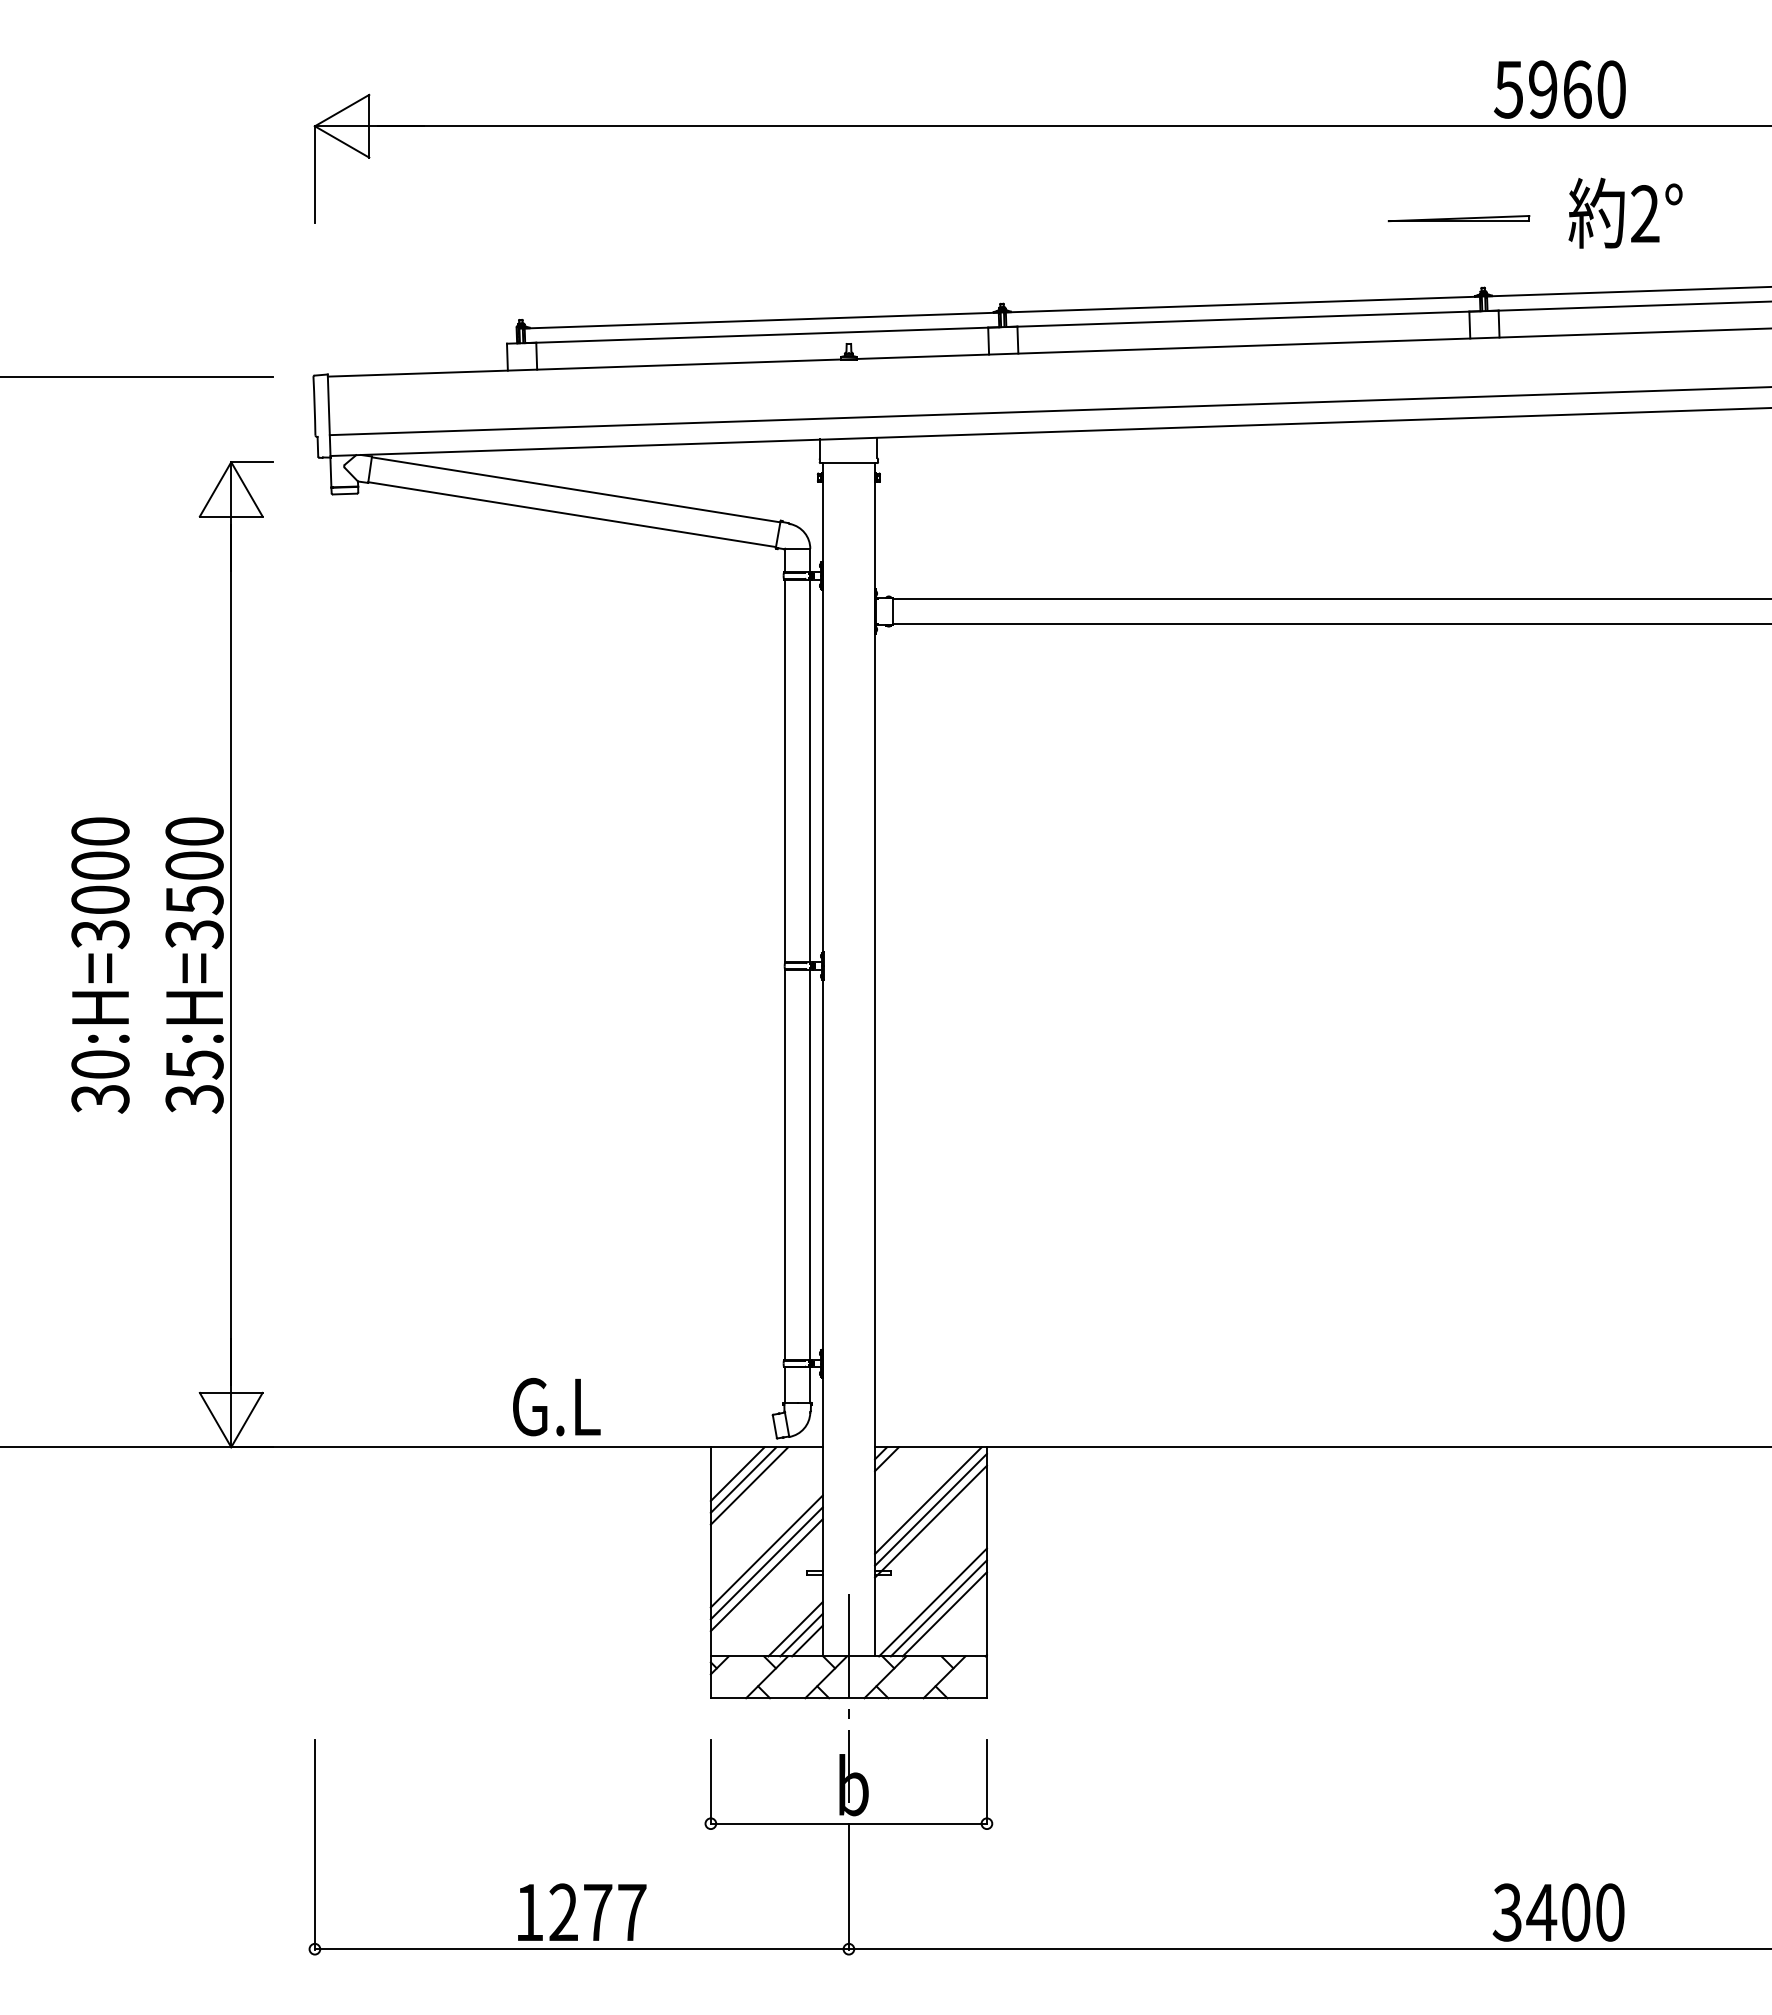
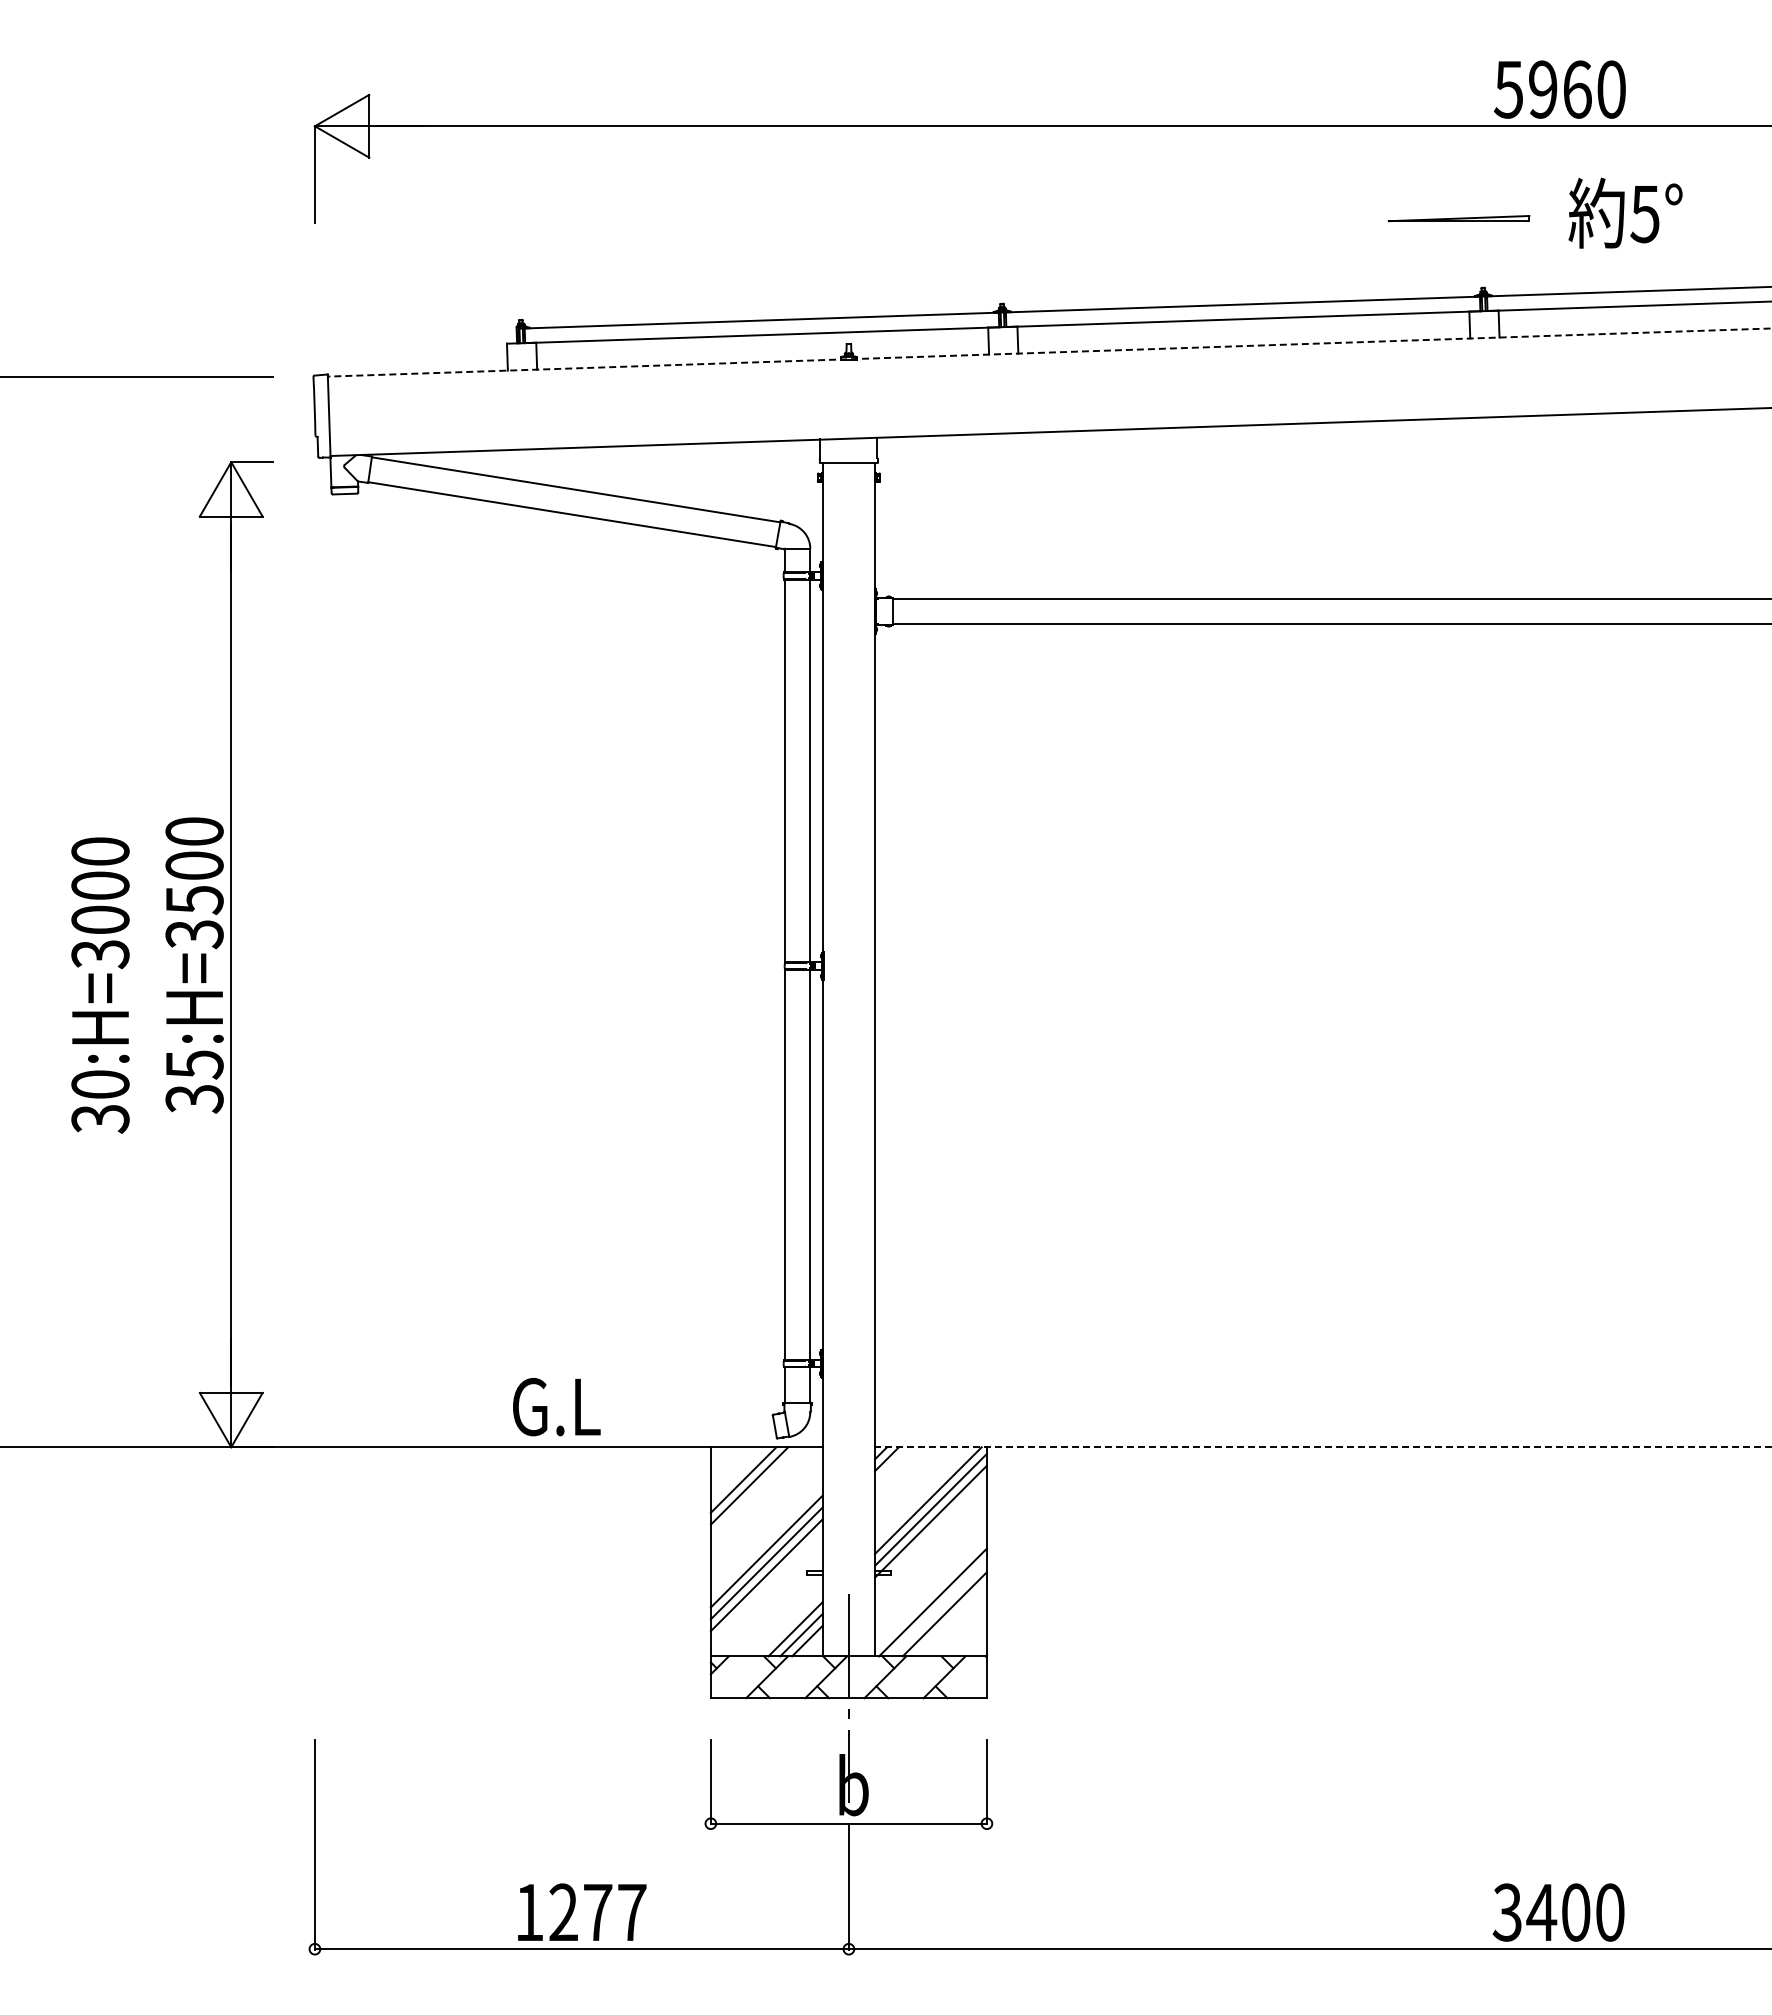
text at (1644, 214): 2° -> 5°
line at (1049, 352): solid -> dashed
line at (1048, 411): present -> none
text at (100, 965) position: (100, 965) -> (100, 985)
line at (1323, 1447): solid -> dashed
line at (737, 1474): present -> none
line at (938, 1608): present -> none
